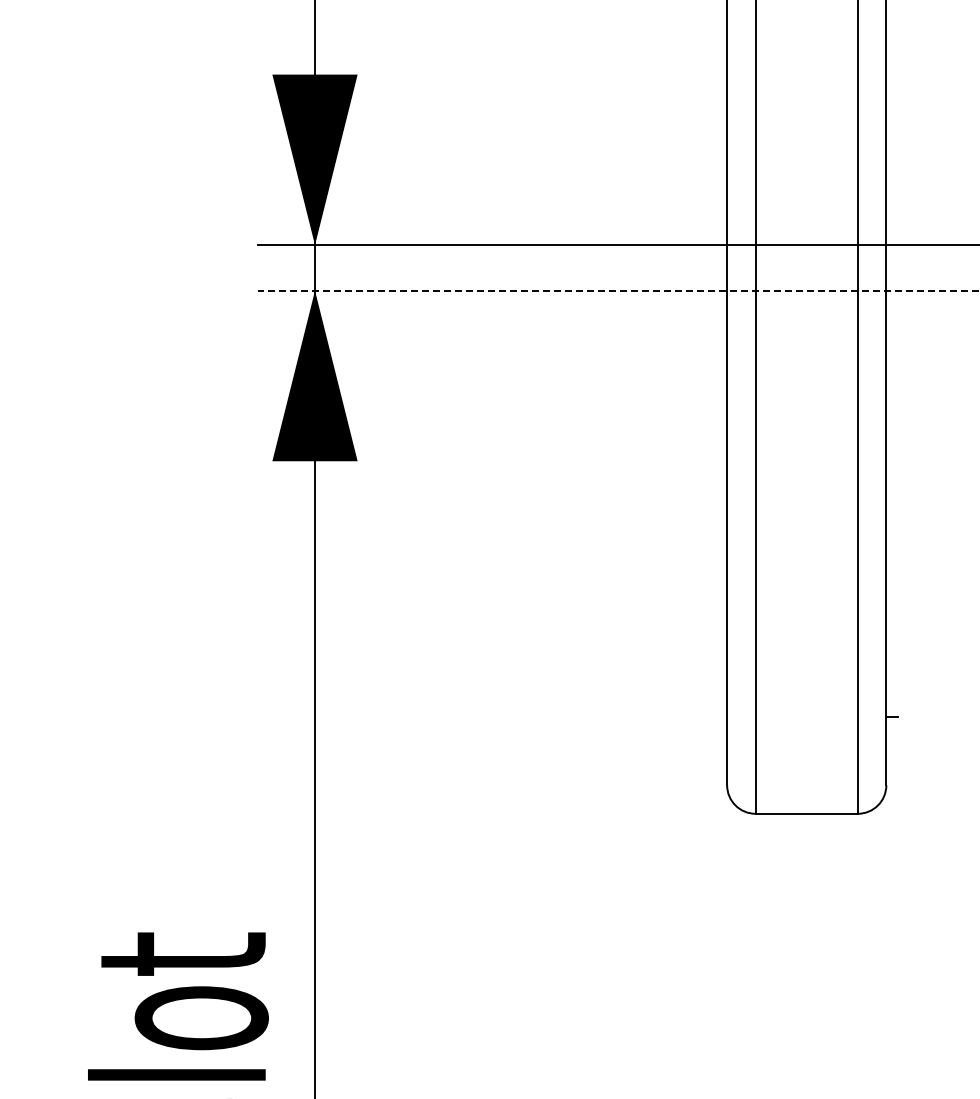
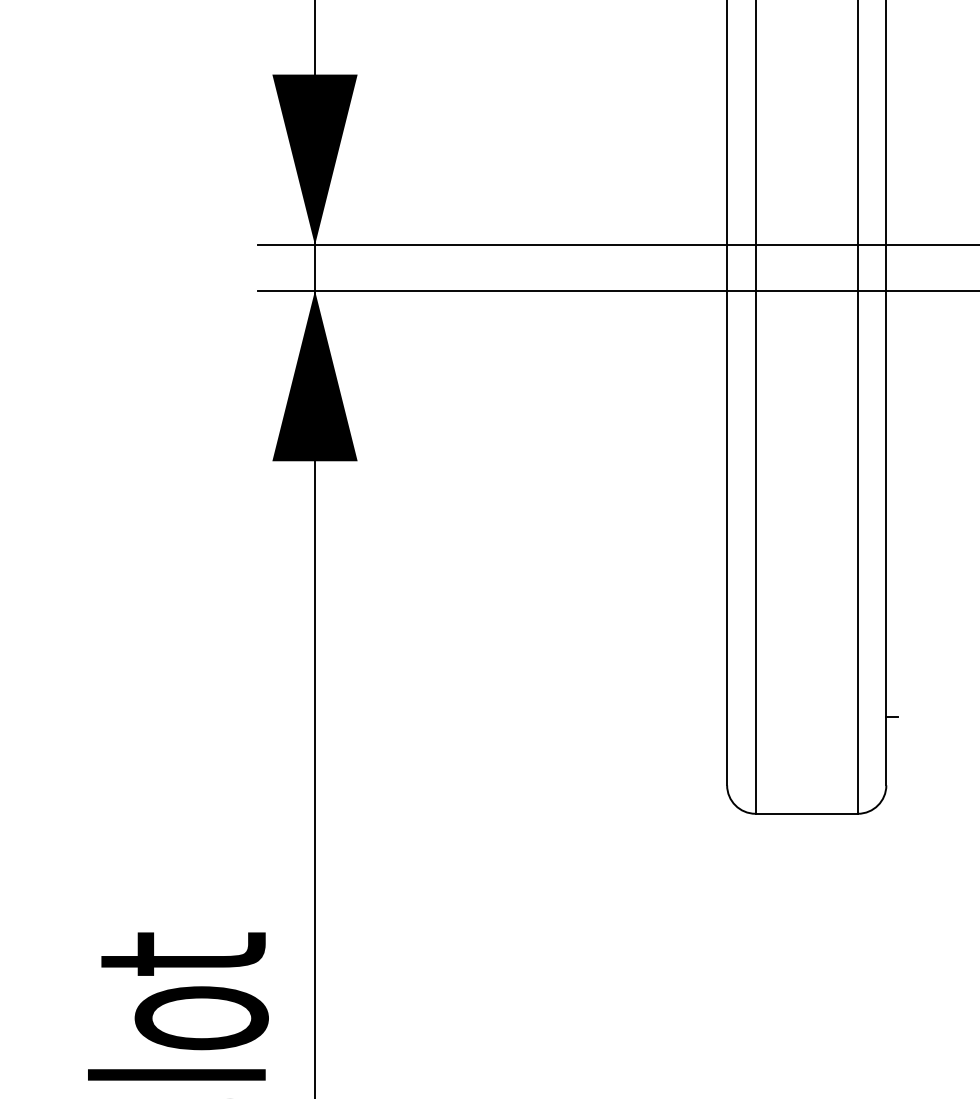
line at (618, 290): dashed -> solid
